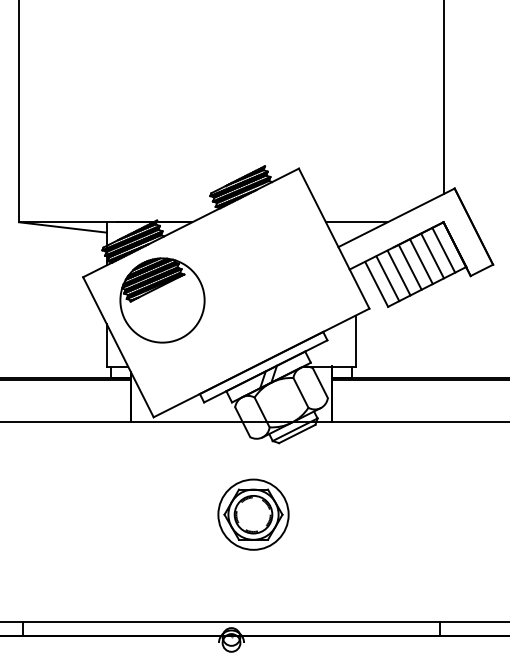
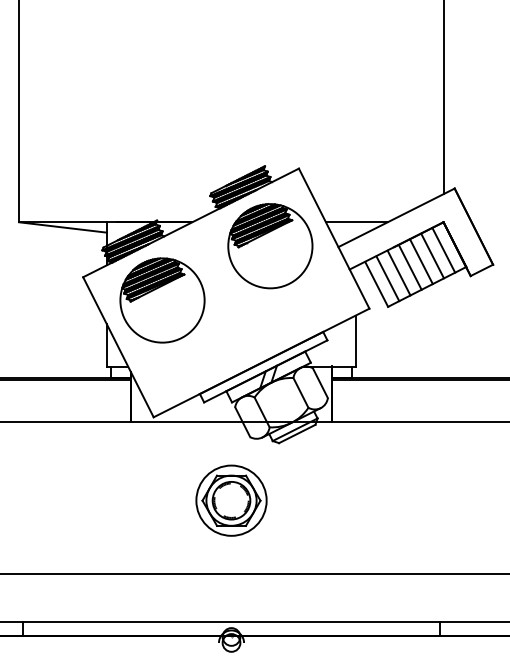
part at (270, 246): none -> present
part at (253, 514) position: (253, 514) -> (231, 500)
line at (254, 574): none -> present
